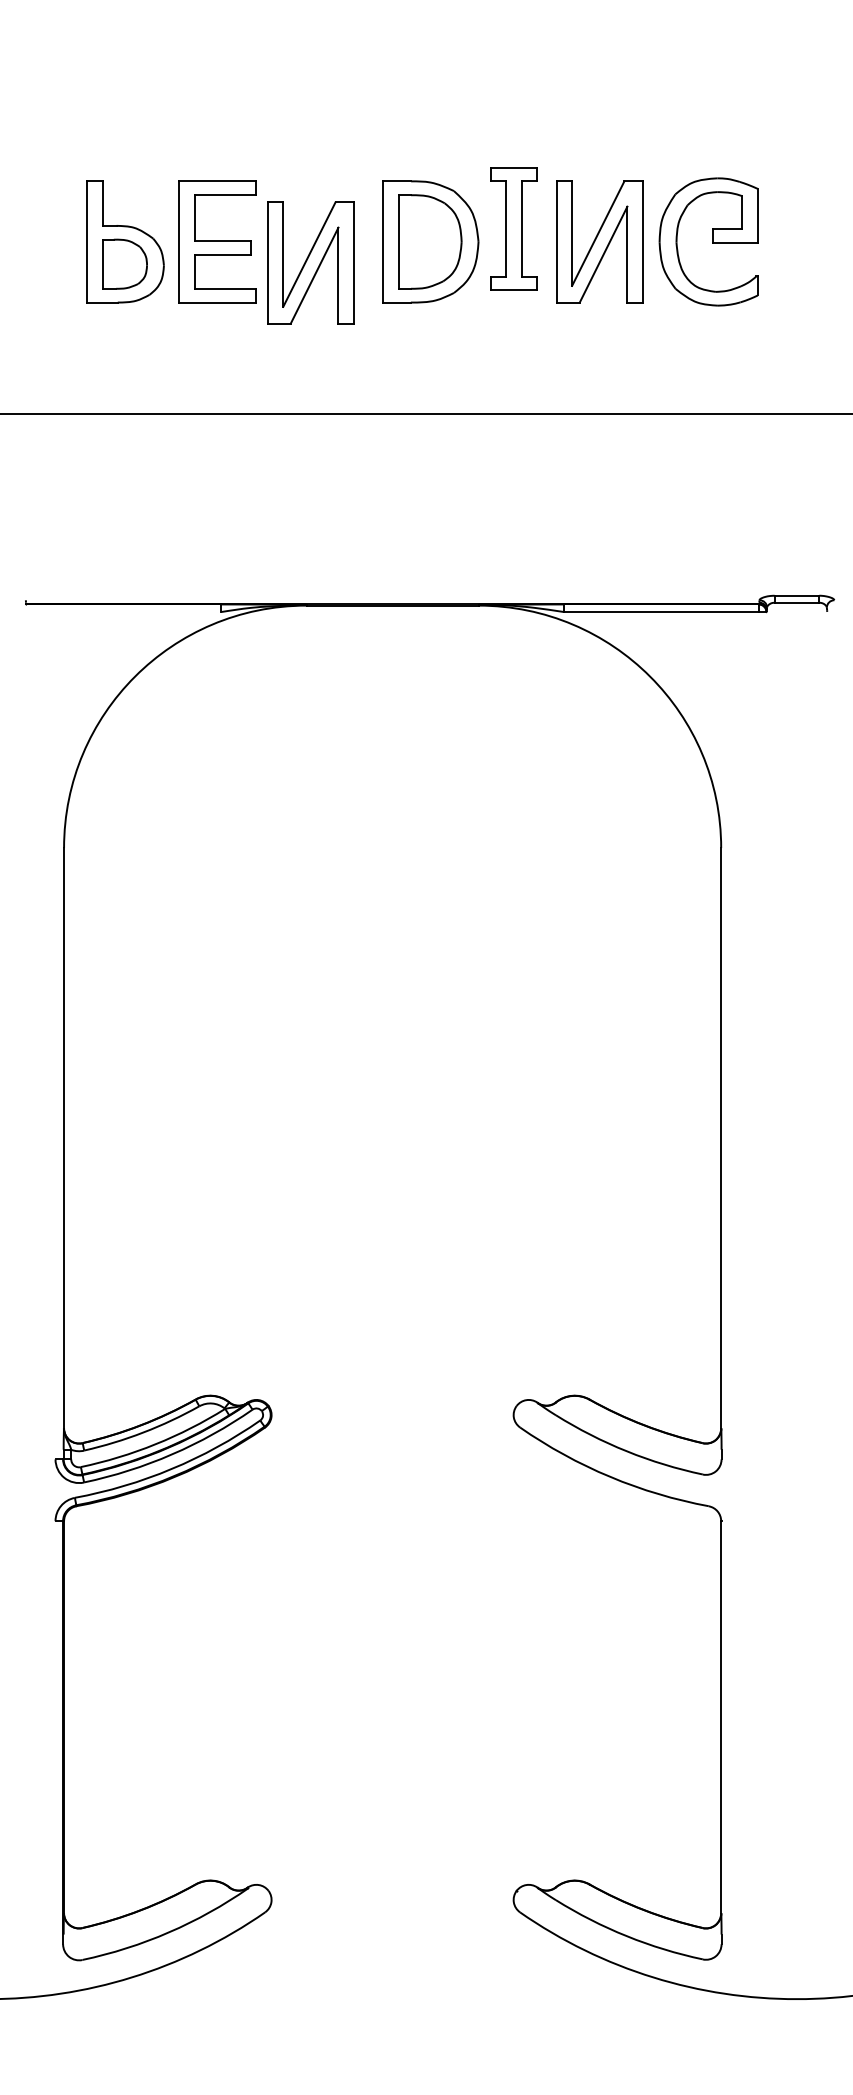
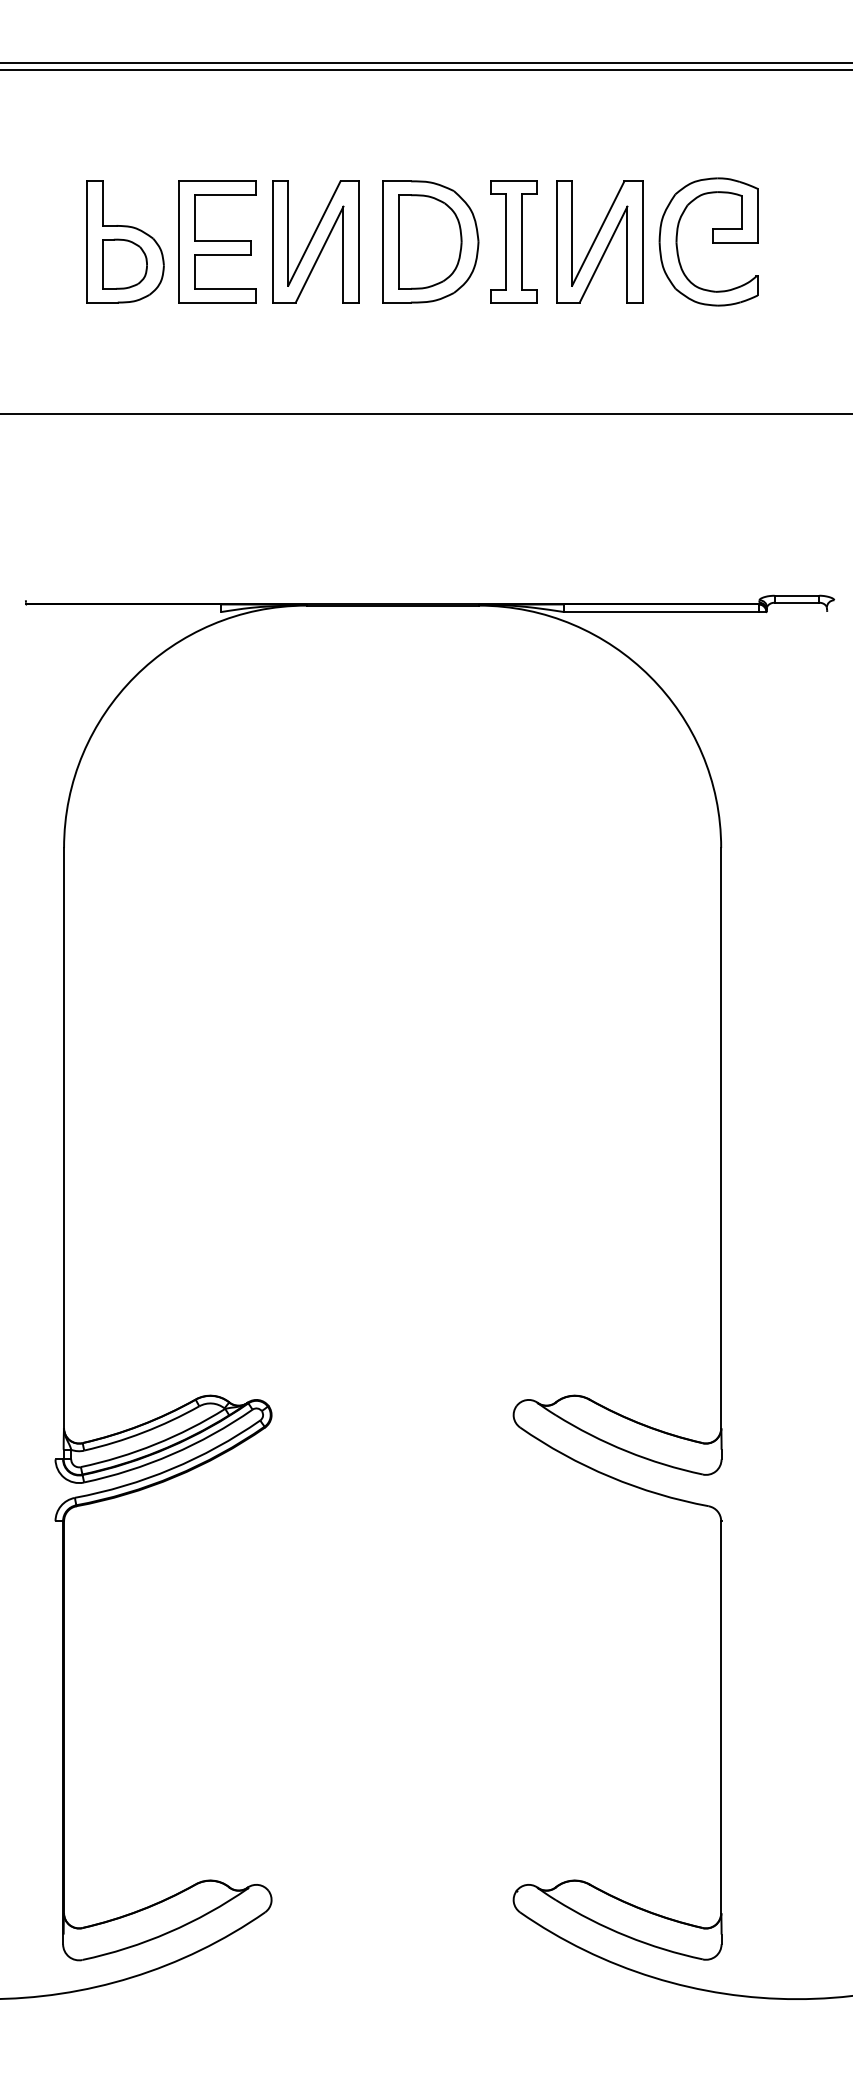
line at (425, 62): none -> present
line at (425, 70): none -> present
part at (513, 228) position: (513, 228) -> (513, 241)
part at (310, 262) position: (310, 262) -> (315, 241)
